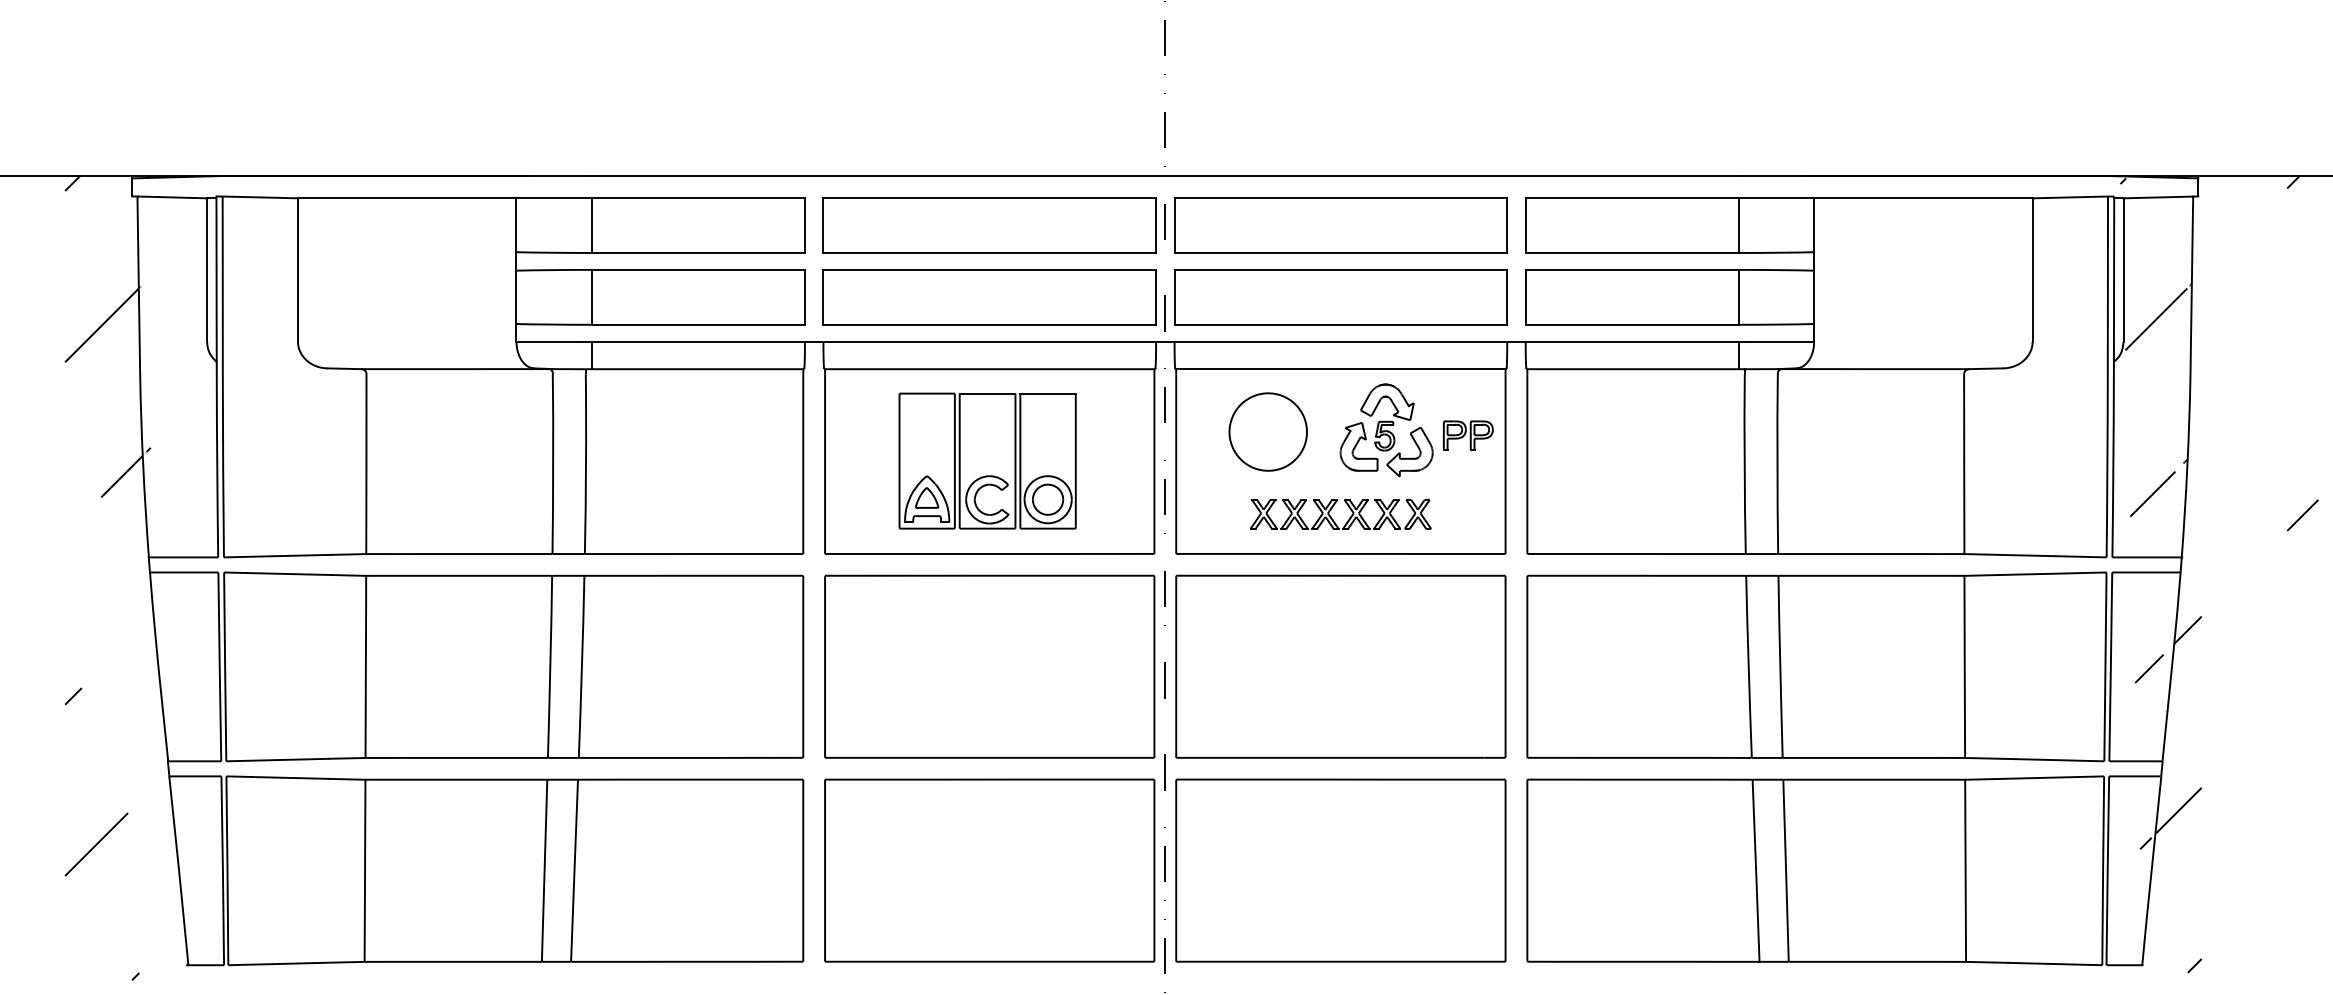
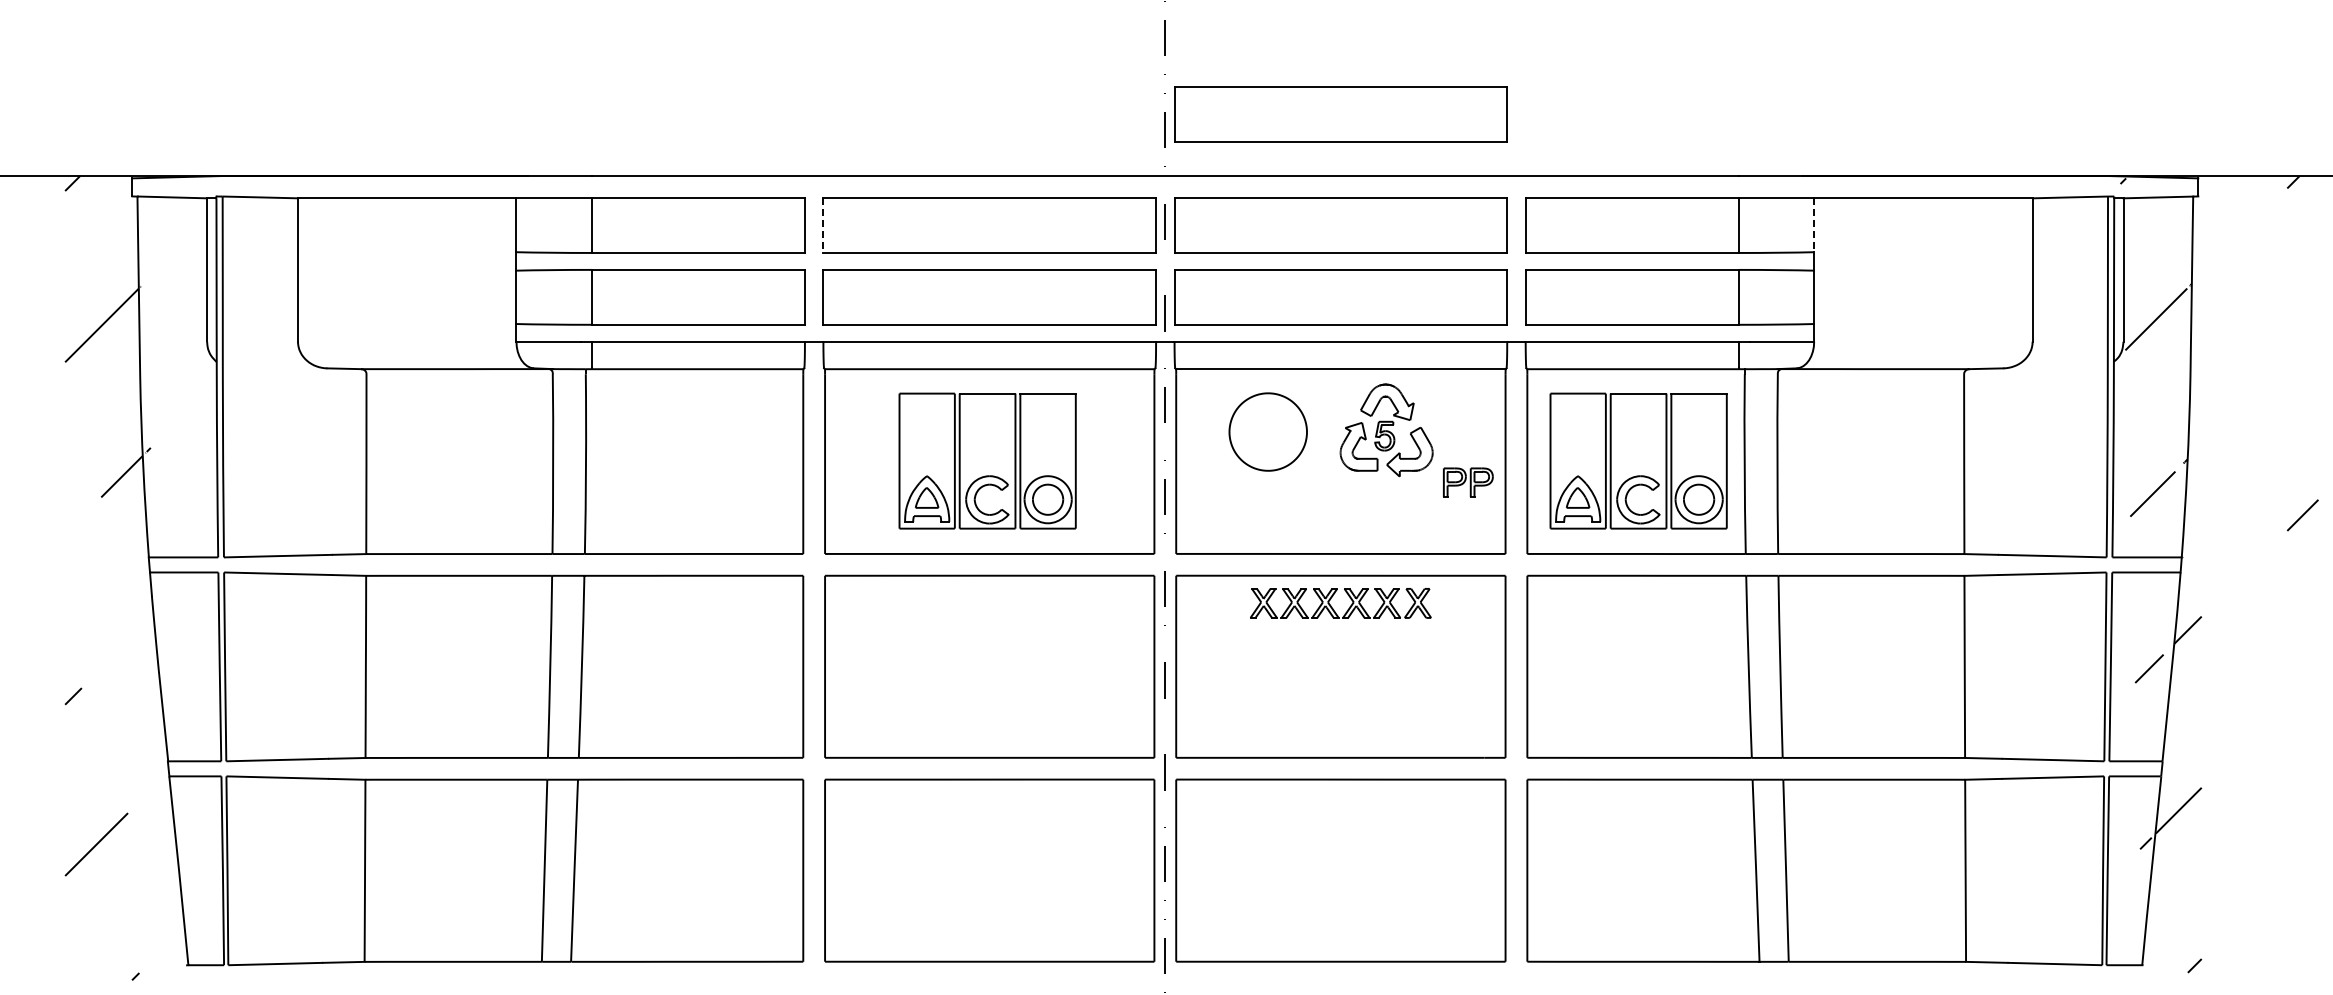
part at (1340, 114): none -> present
line at (1814, 225): solid -> dashed
line at (823, 226): solid -> dashed
part at (1468, 435) position: (1468, 435) -> (1468, 482)
part at (1638, 460): none -> present
part at (1333, 519) position: (1333, 519) -> (1333, 608)
